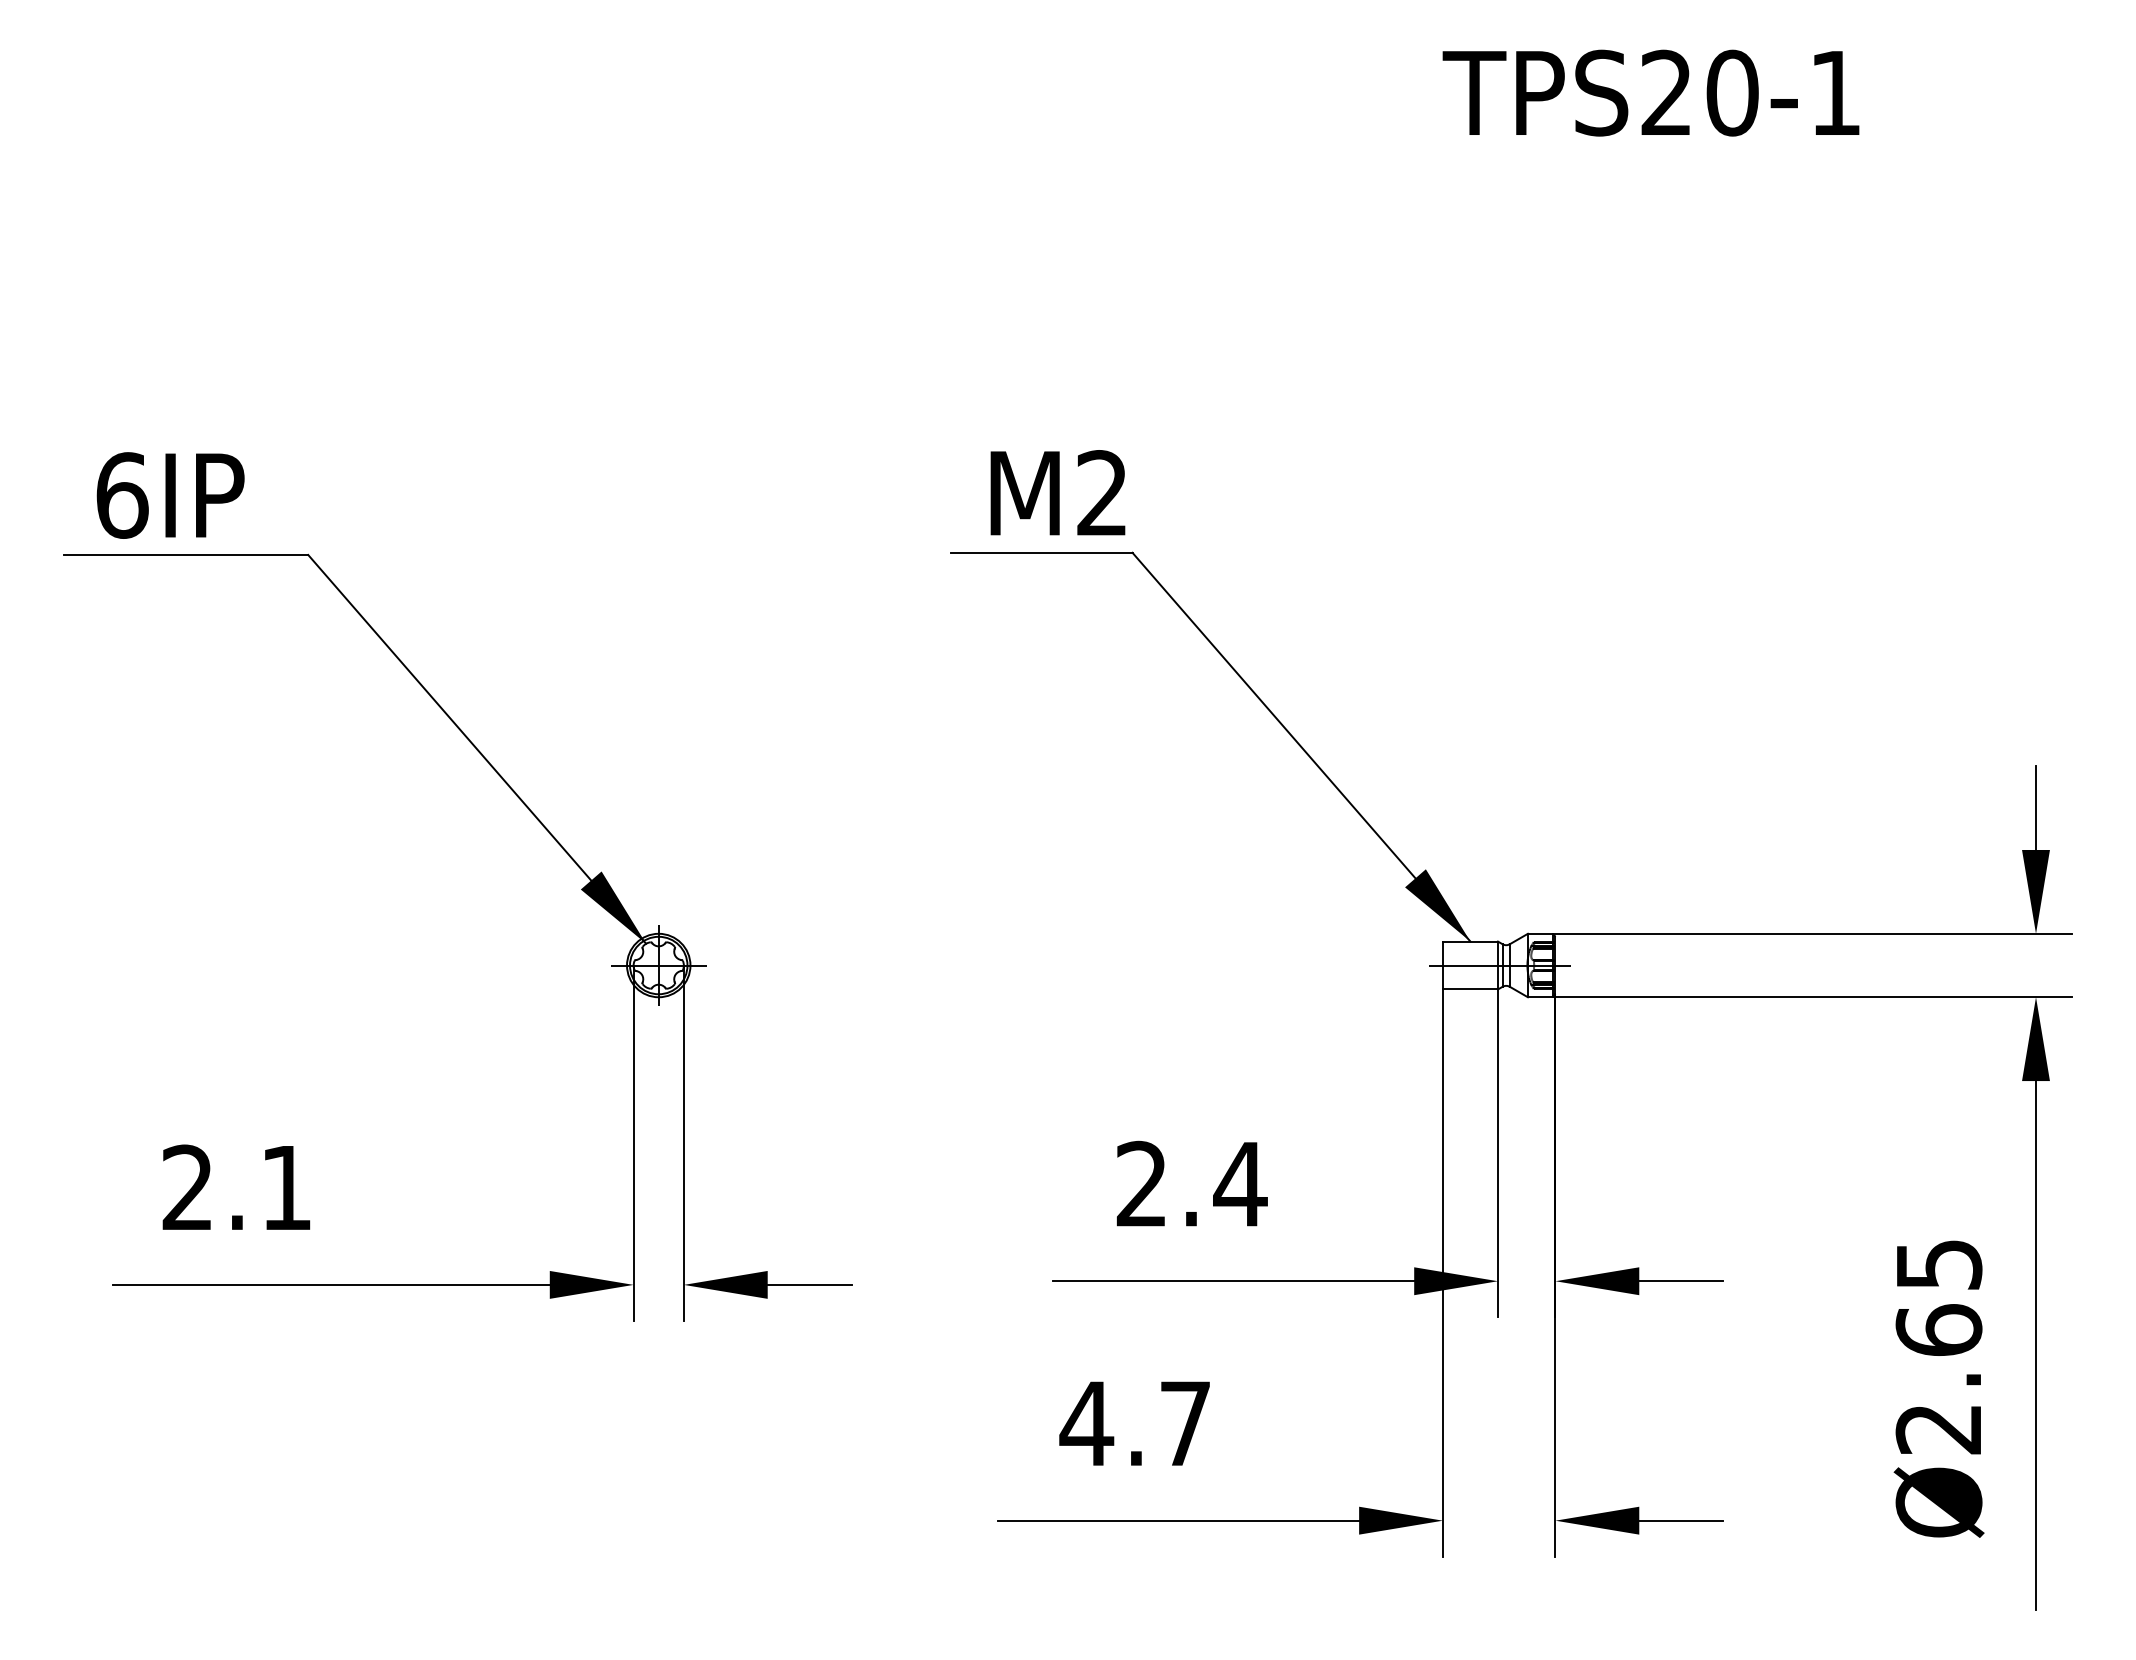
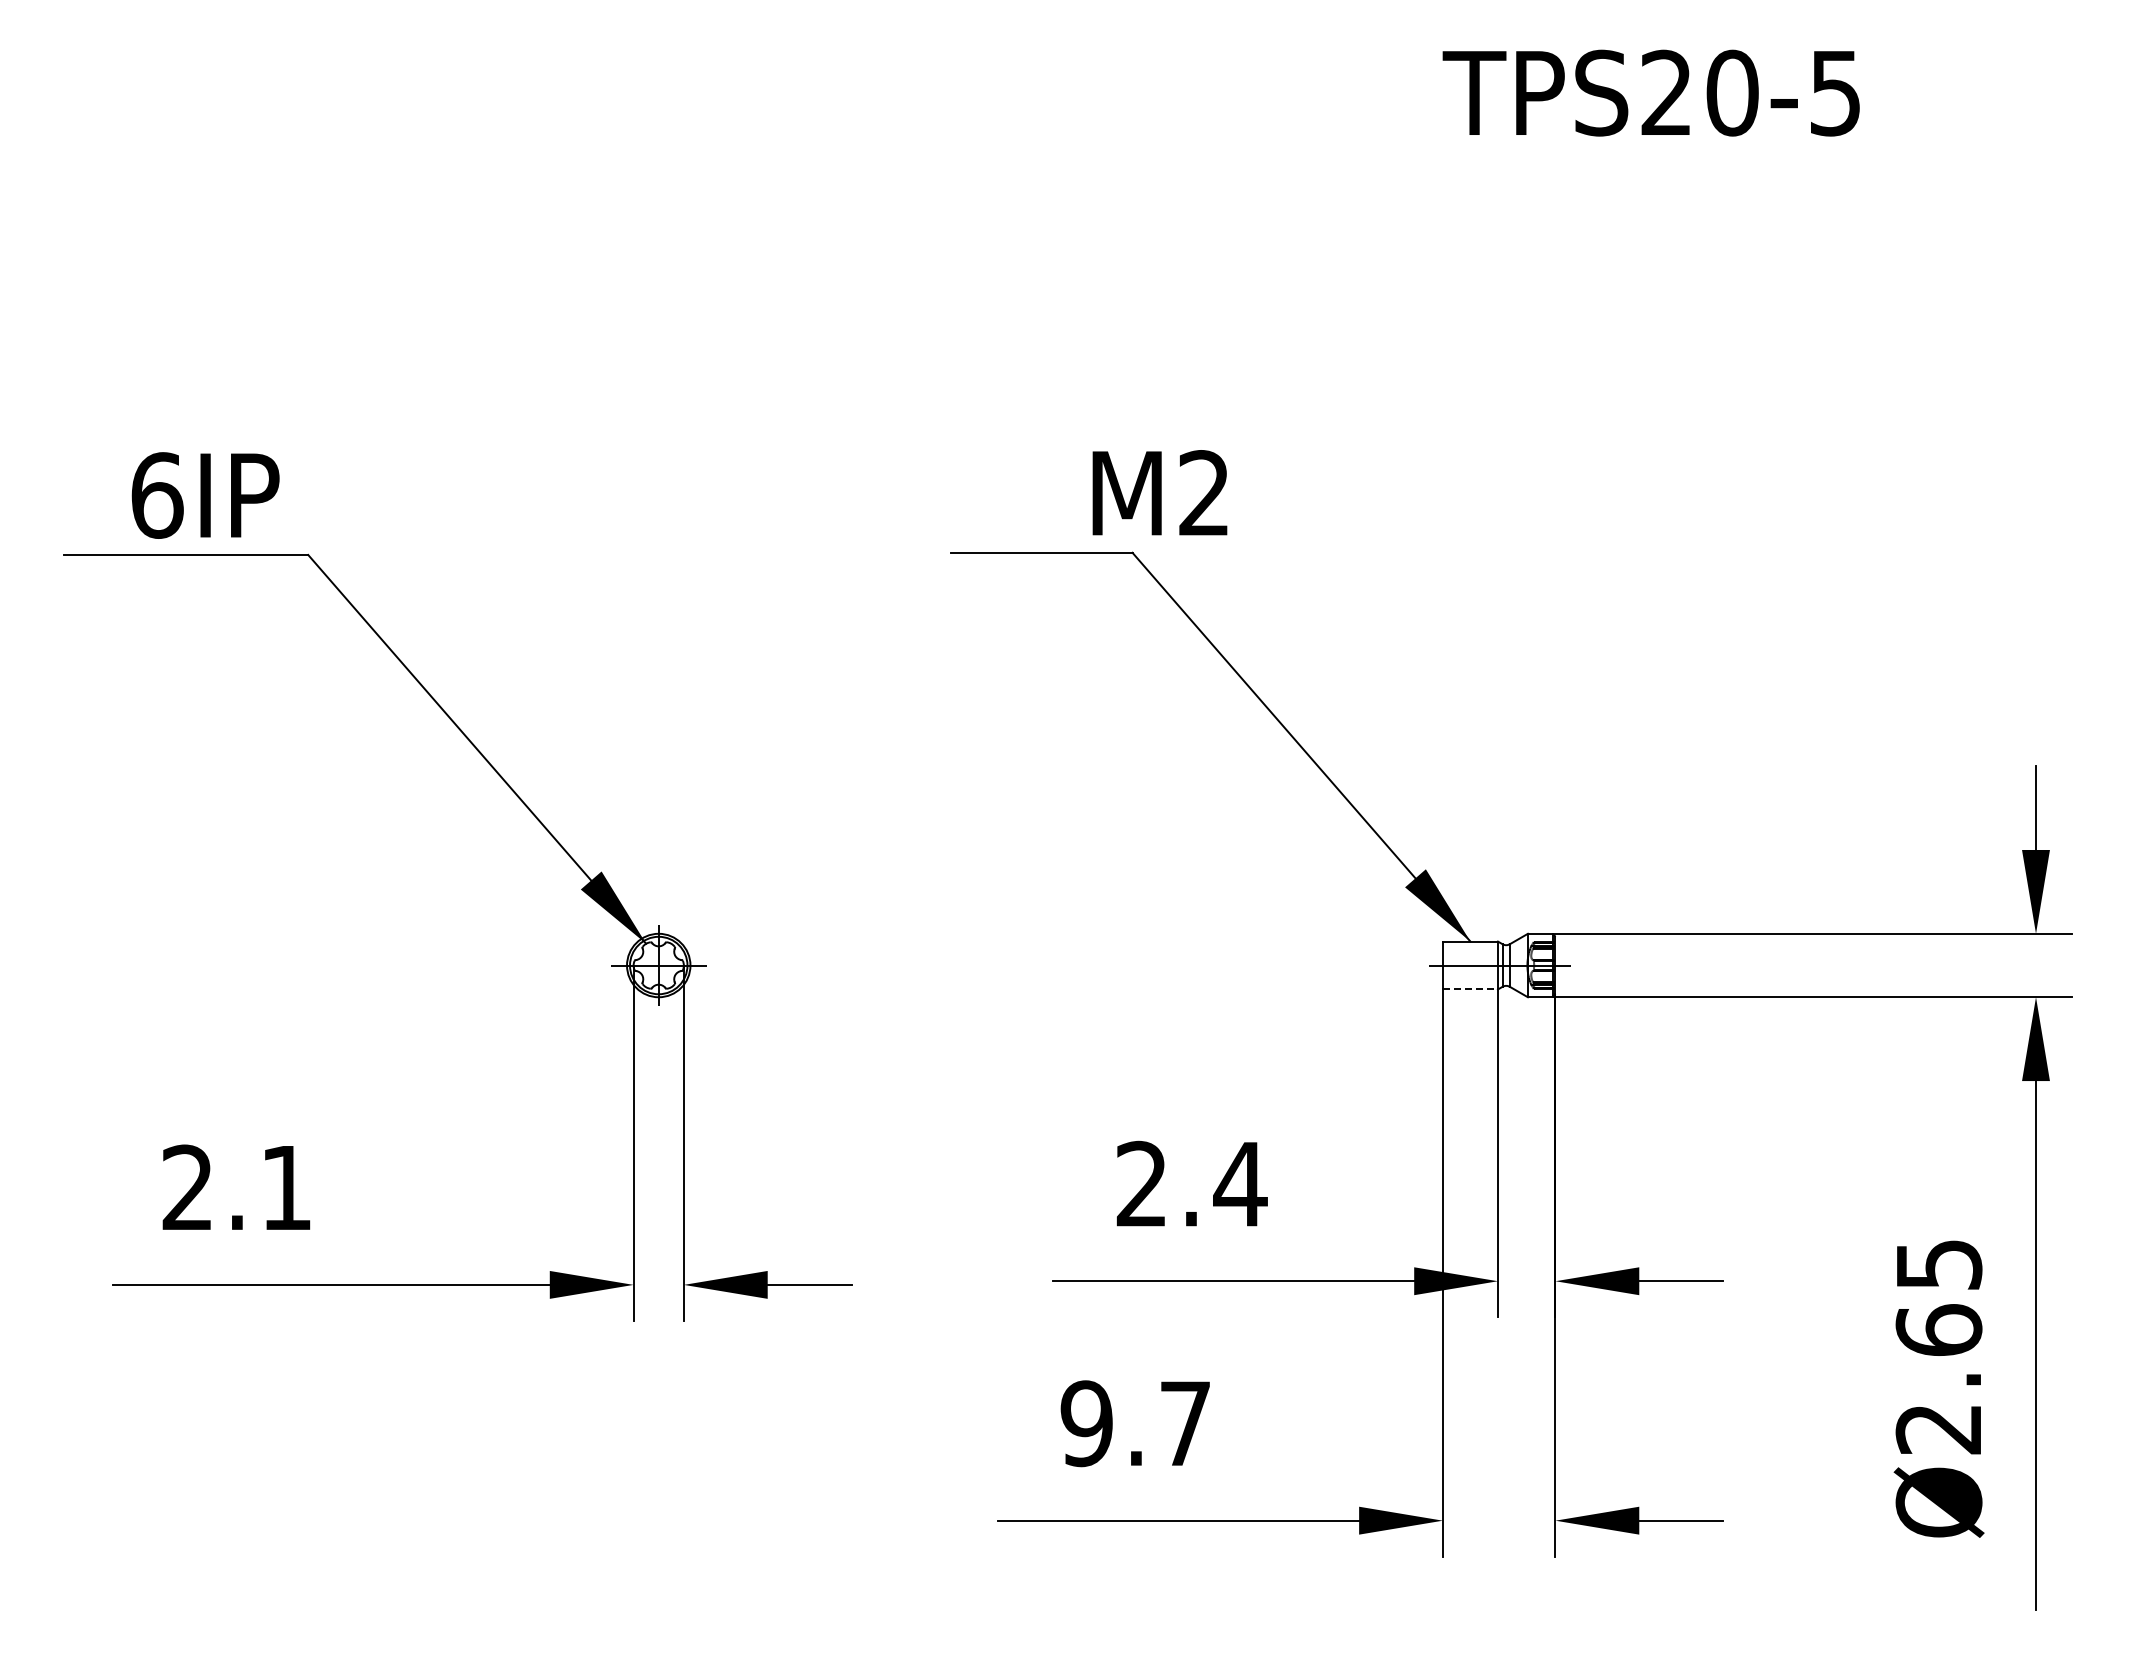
text at (1835, 93): TPS20-1 -> TPS20-5
text at (1057, 492) position: (1057, 492) -> (1159, 492)
text at (170, 495) position: (170, 495) -> (205, 495)
line at (1470, 989): solid -> dashed
text at (1086, 1423): 4.7 -> 9.7
